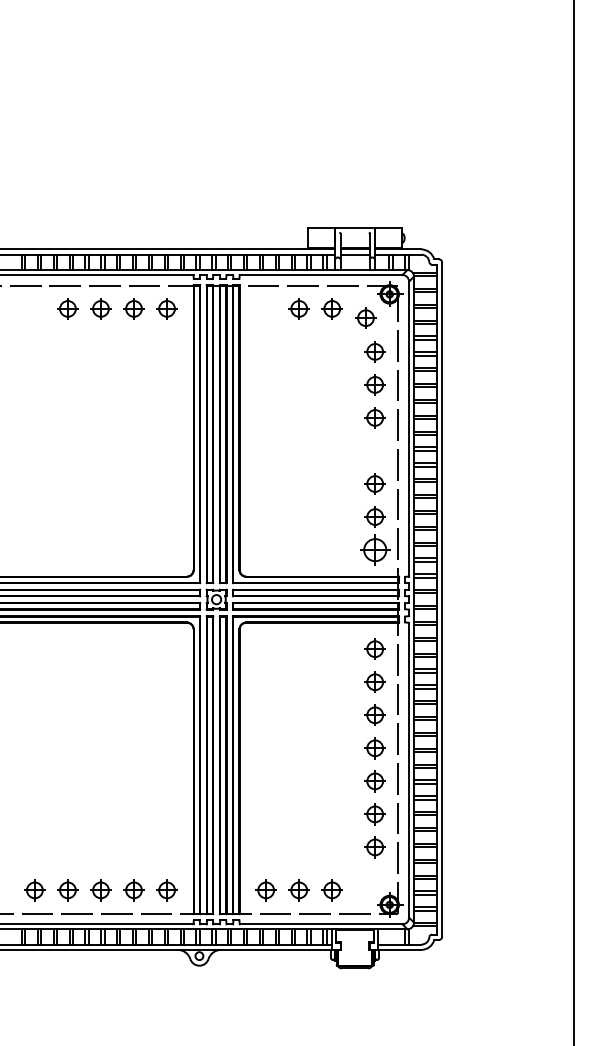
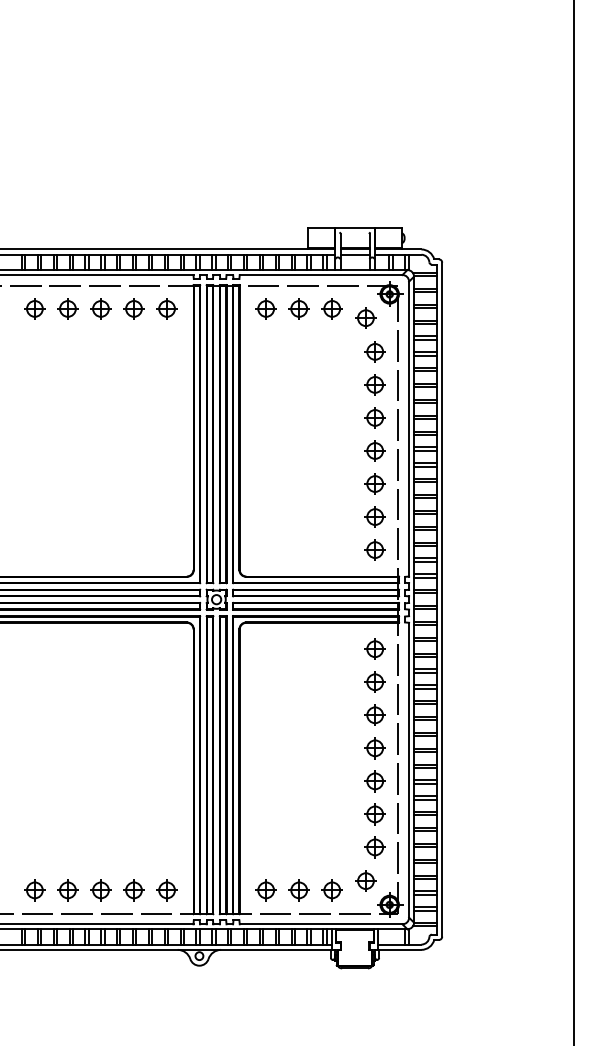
part at (34, 308): none -> present
part at (265, 308): none -> present
part at (374, 450): none -> present
part at (375, 549) size: 31x32 px -> 22x22 px
part at (365, 880): none -> present
